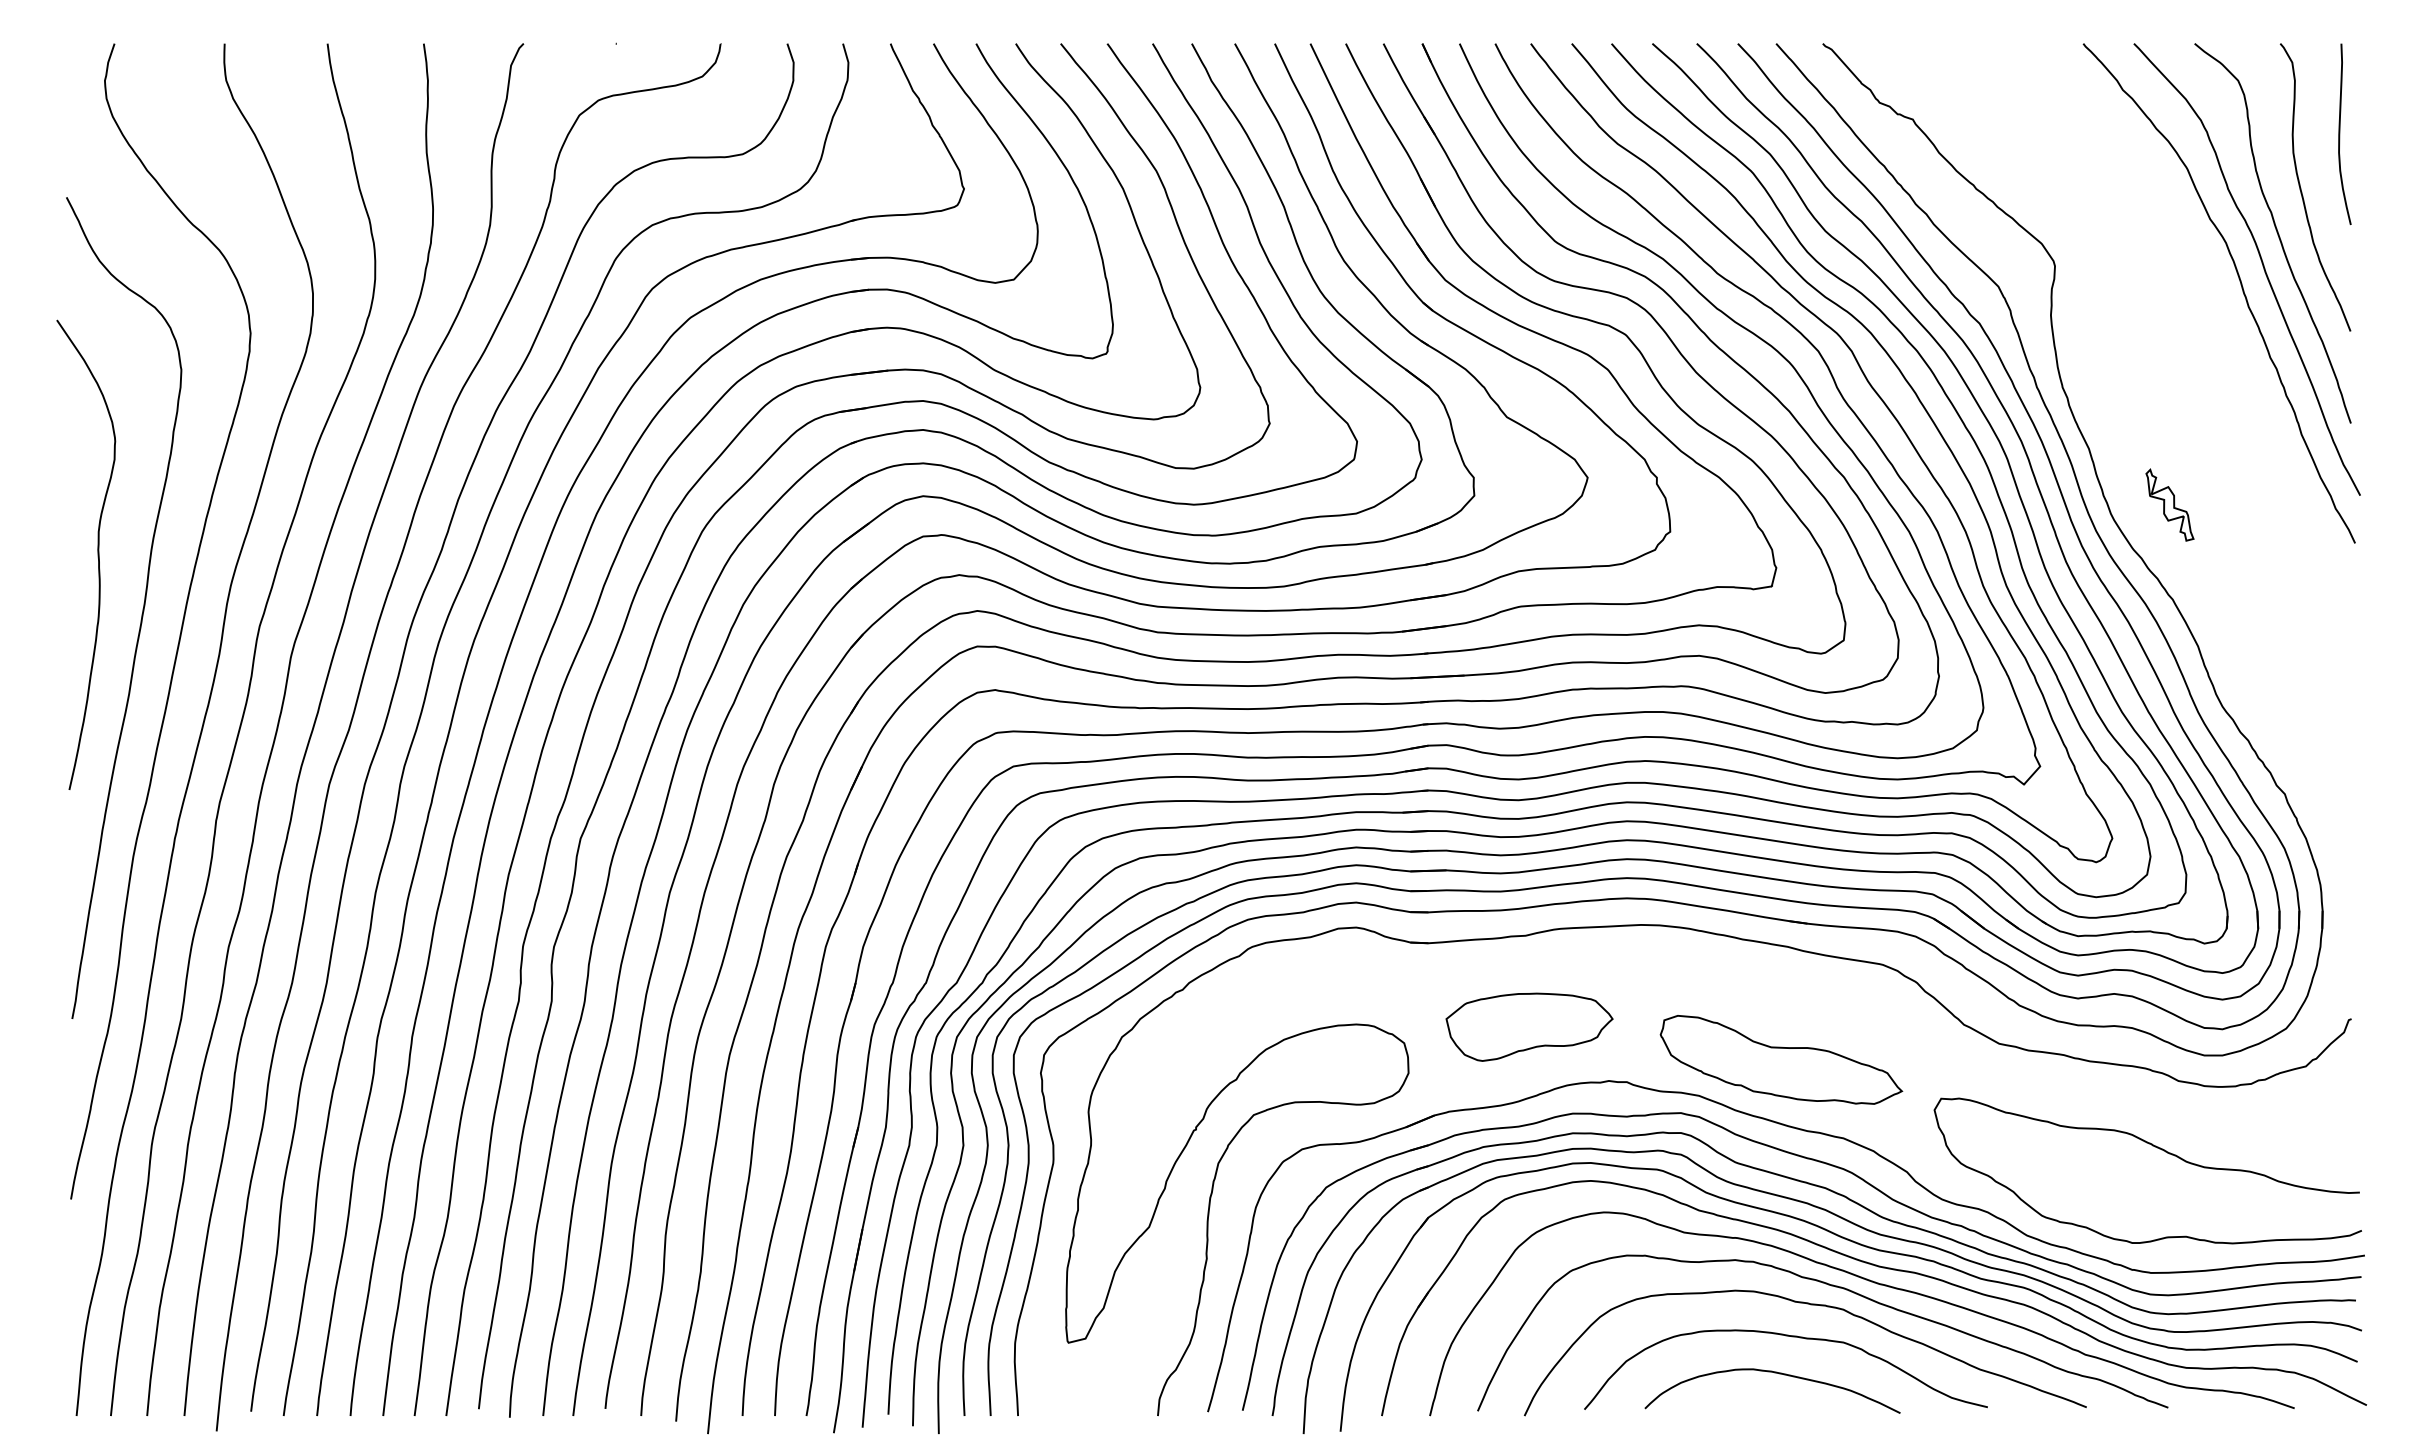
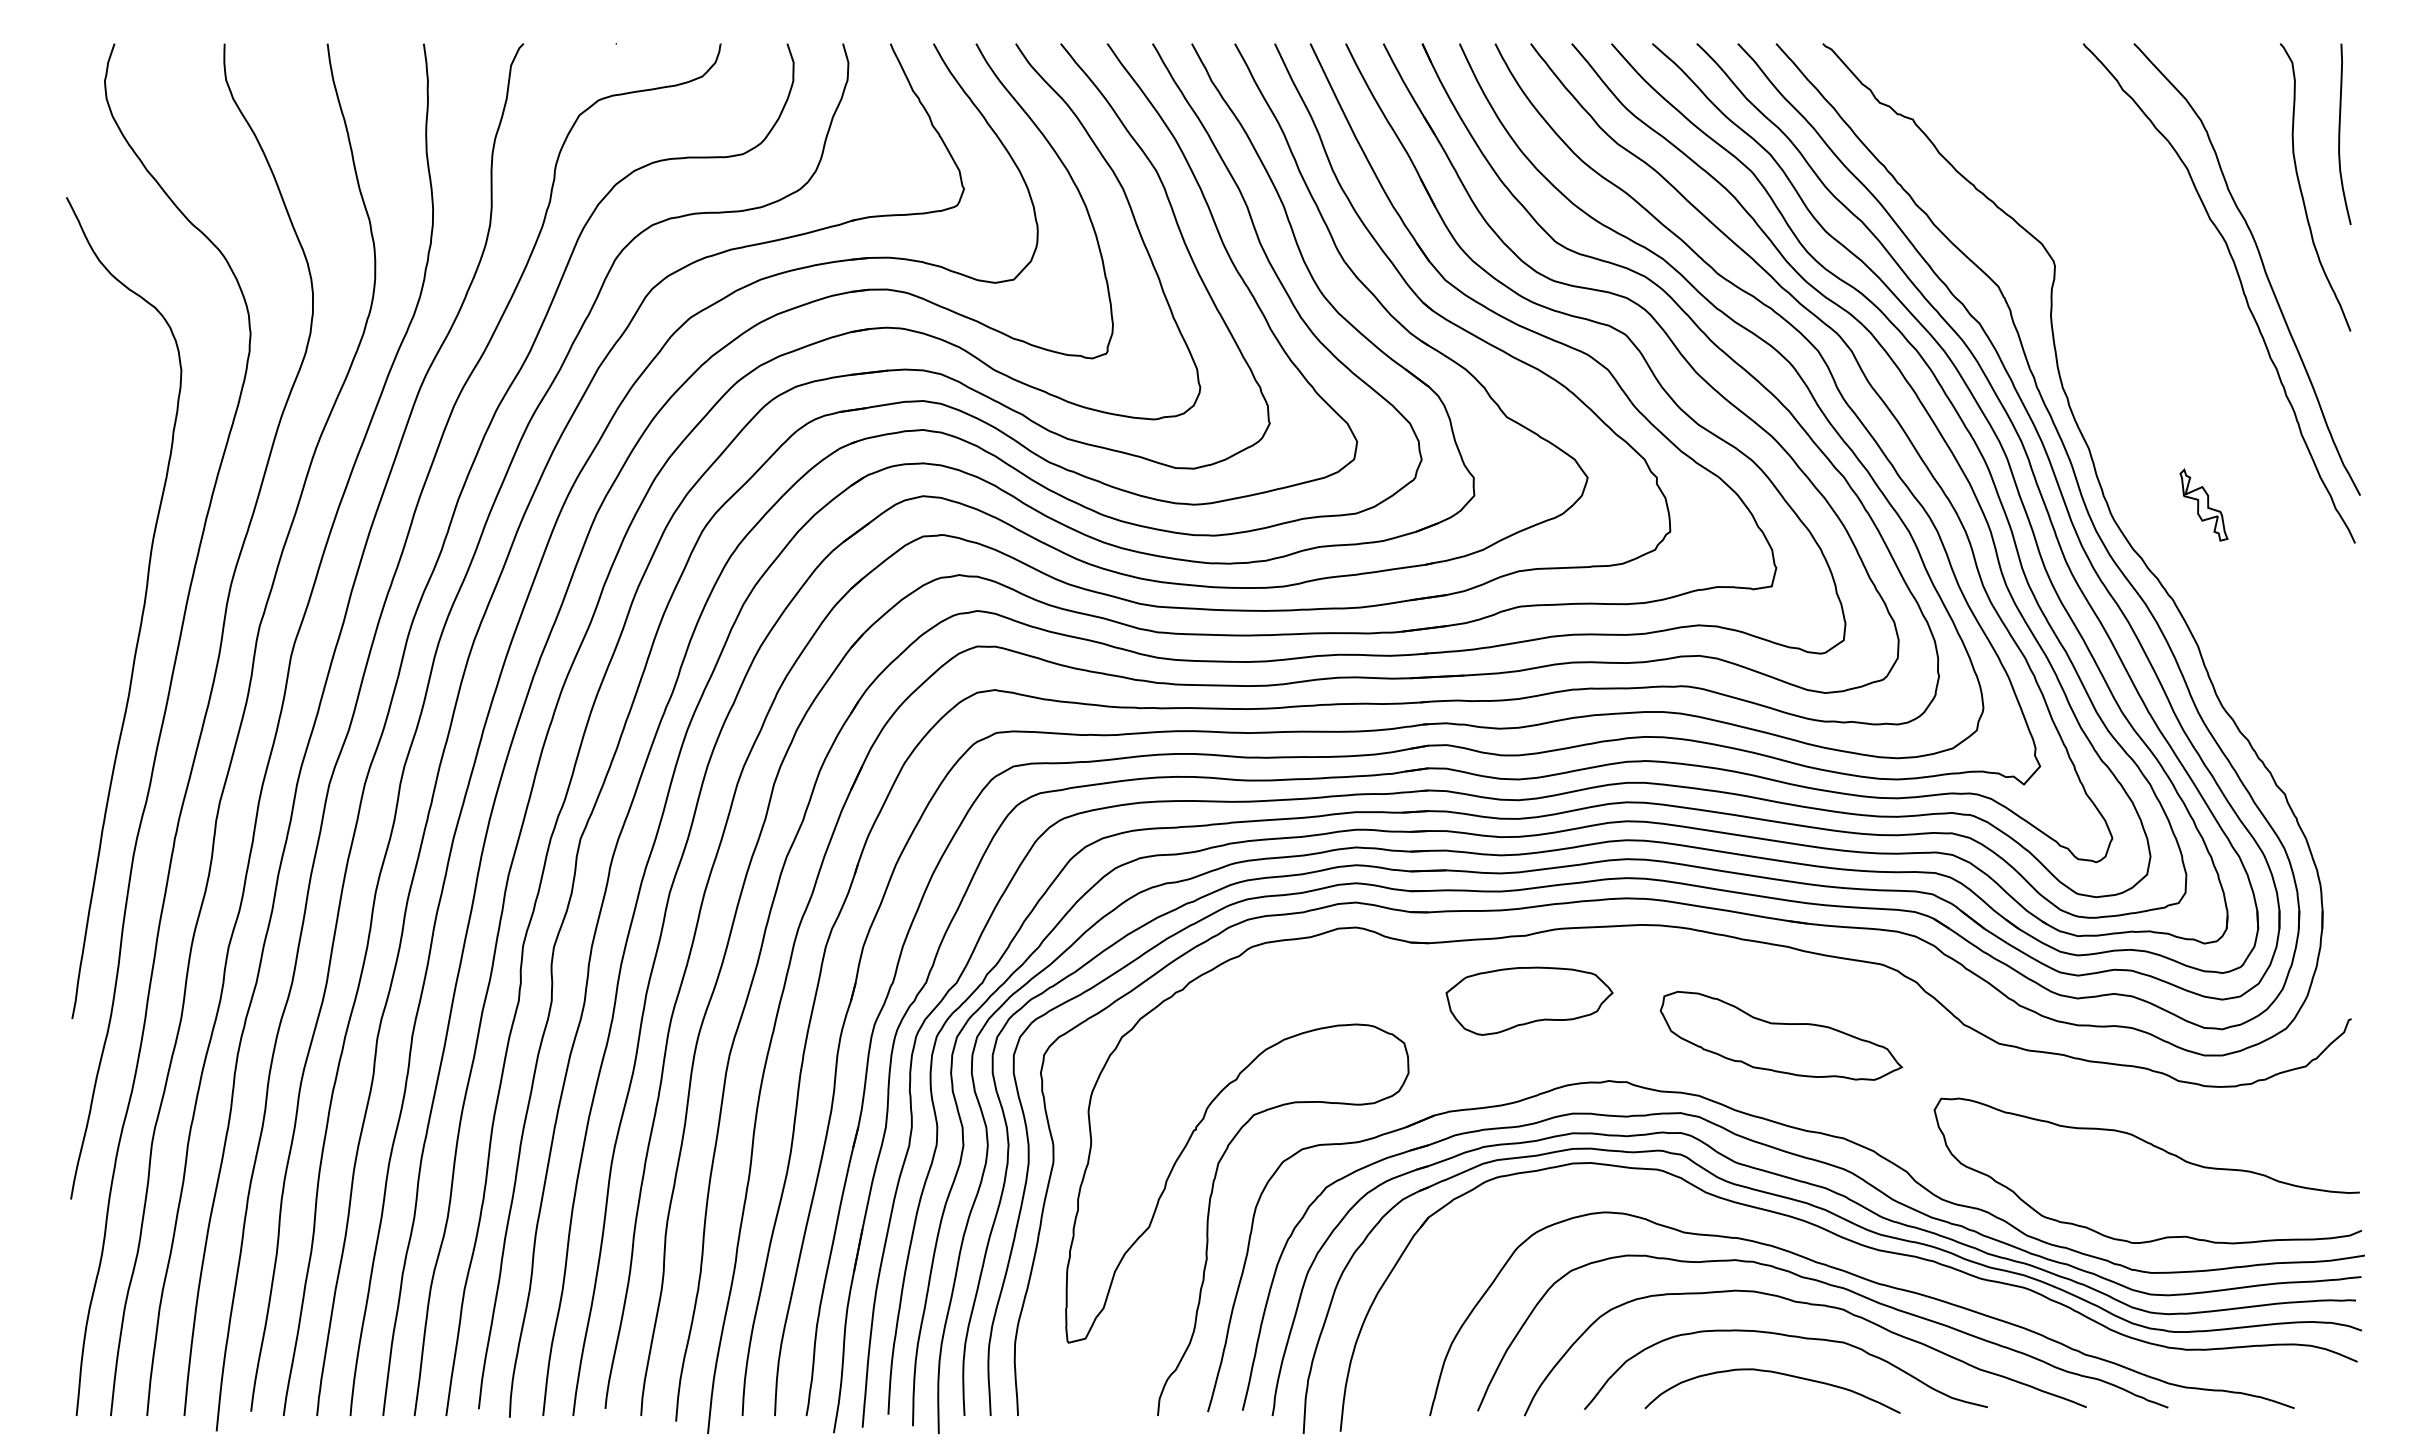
curve at (2276, 232): present -> none
part at (2169, 504) position: (2169, 504) -> (2203, 504)
curve at (97, 554): present -> none
part at (1529, 1026) position: (1529, 1026) -> (1529, 1000)
part at (1781, 1059) position: (1781, 1059) -> (1781, 1035)
part at (1882, 1268): present -> none
